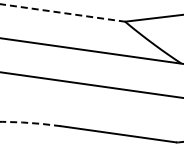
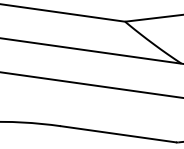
line at (62, 12): dashed -> solid
arc at (29, 123): dashed -> solid
